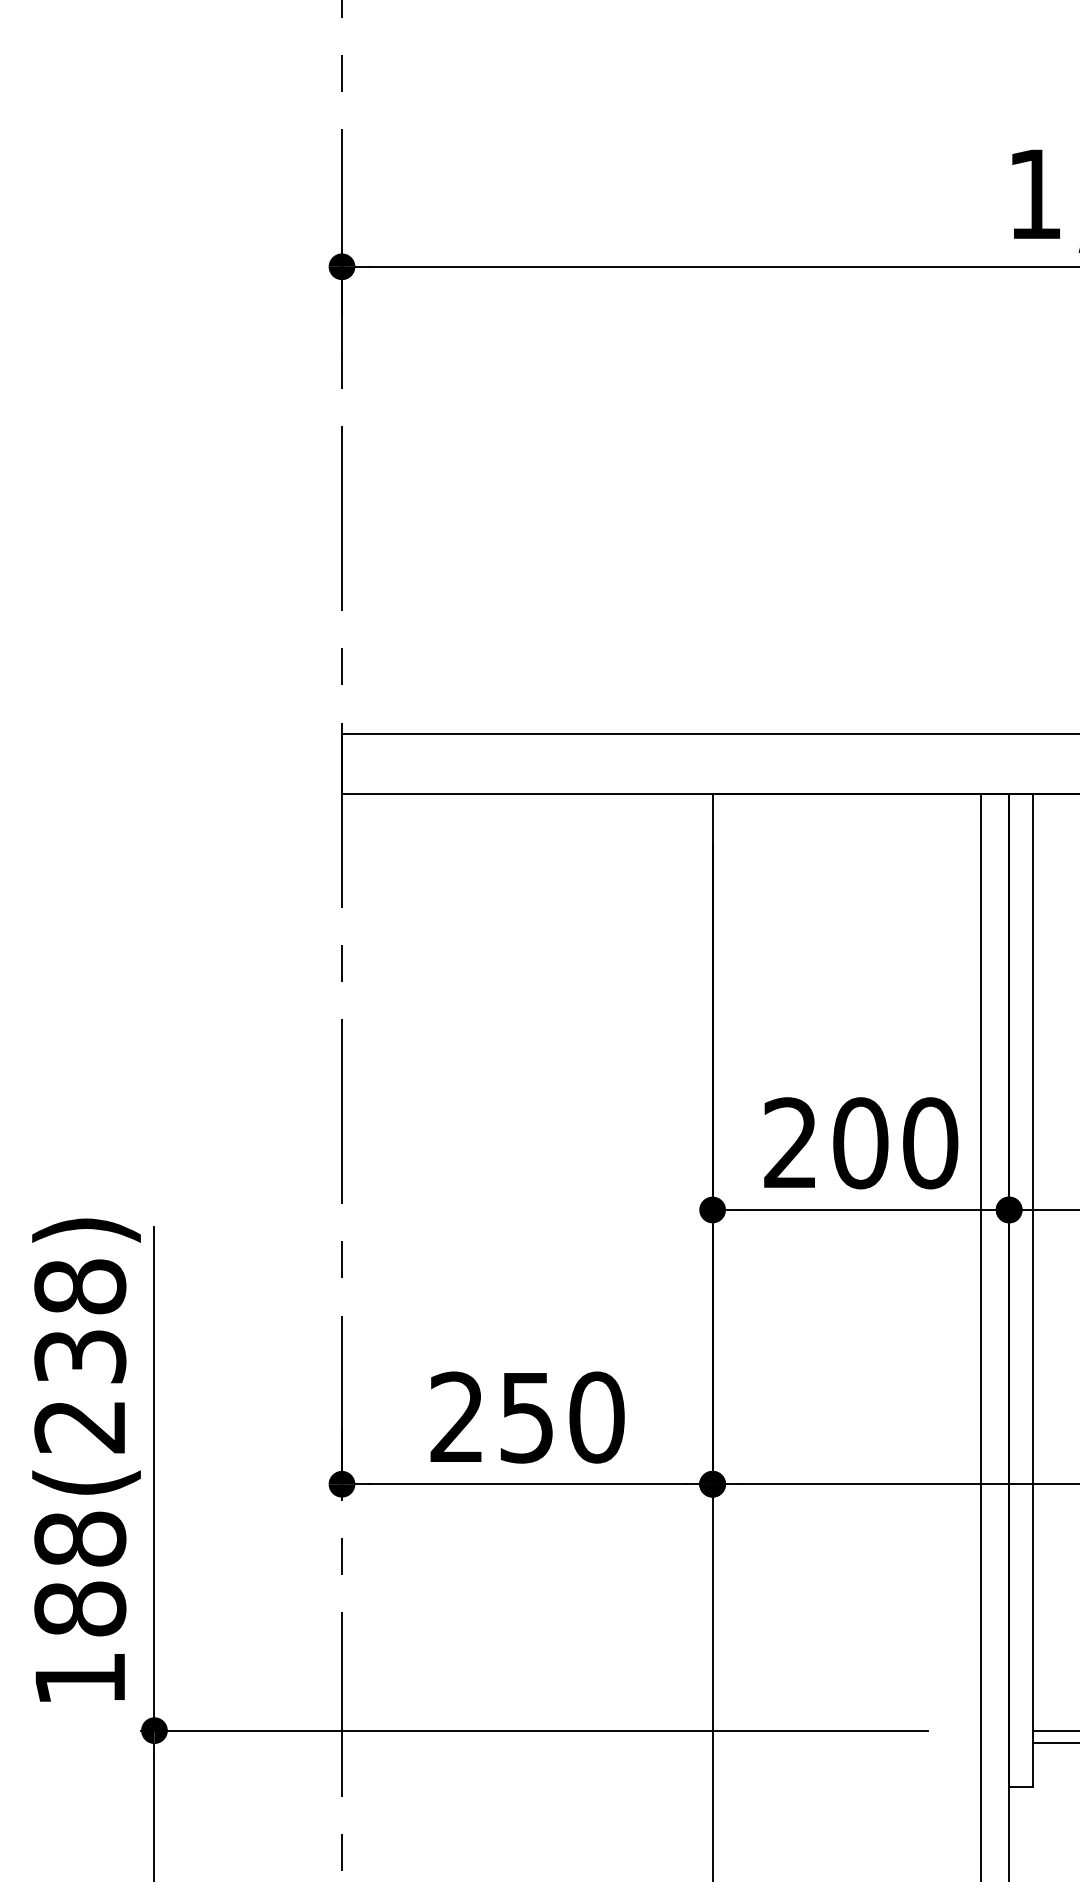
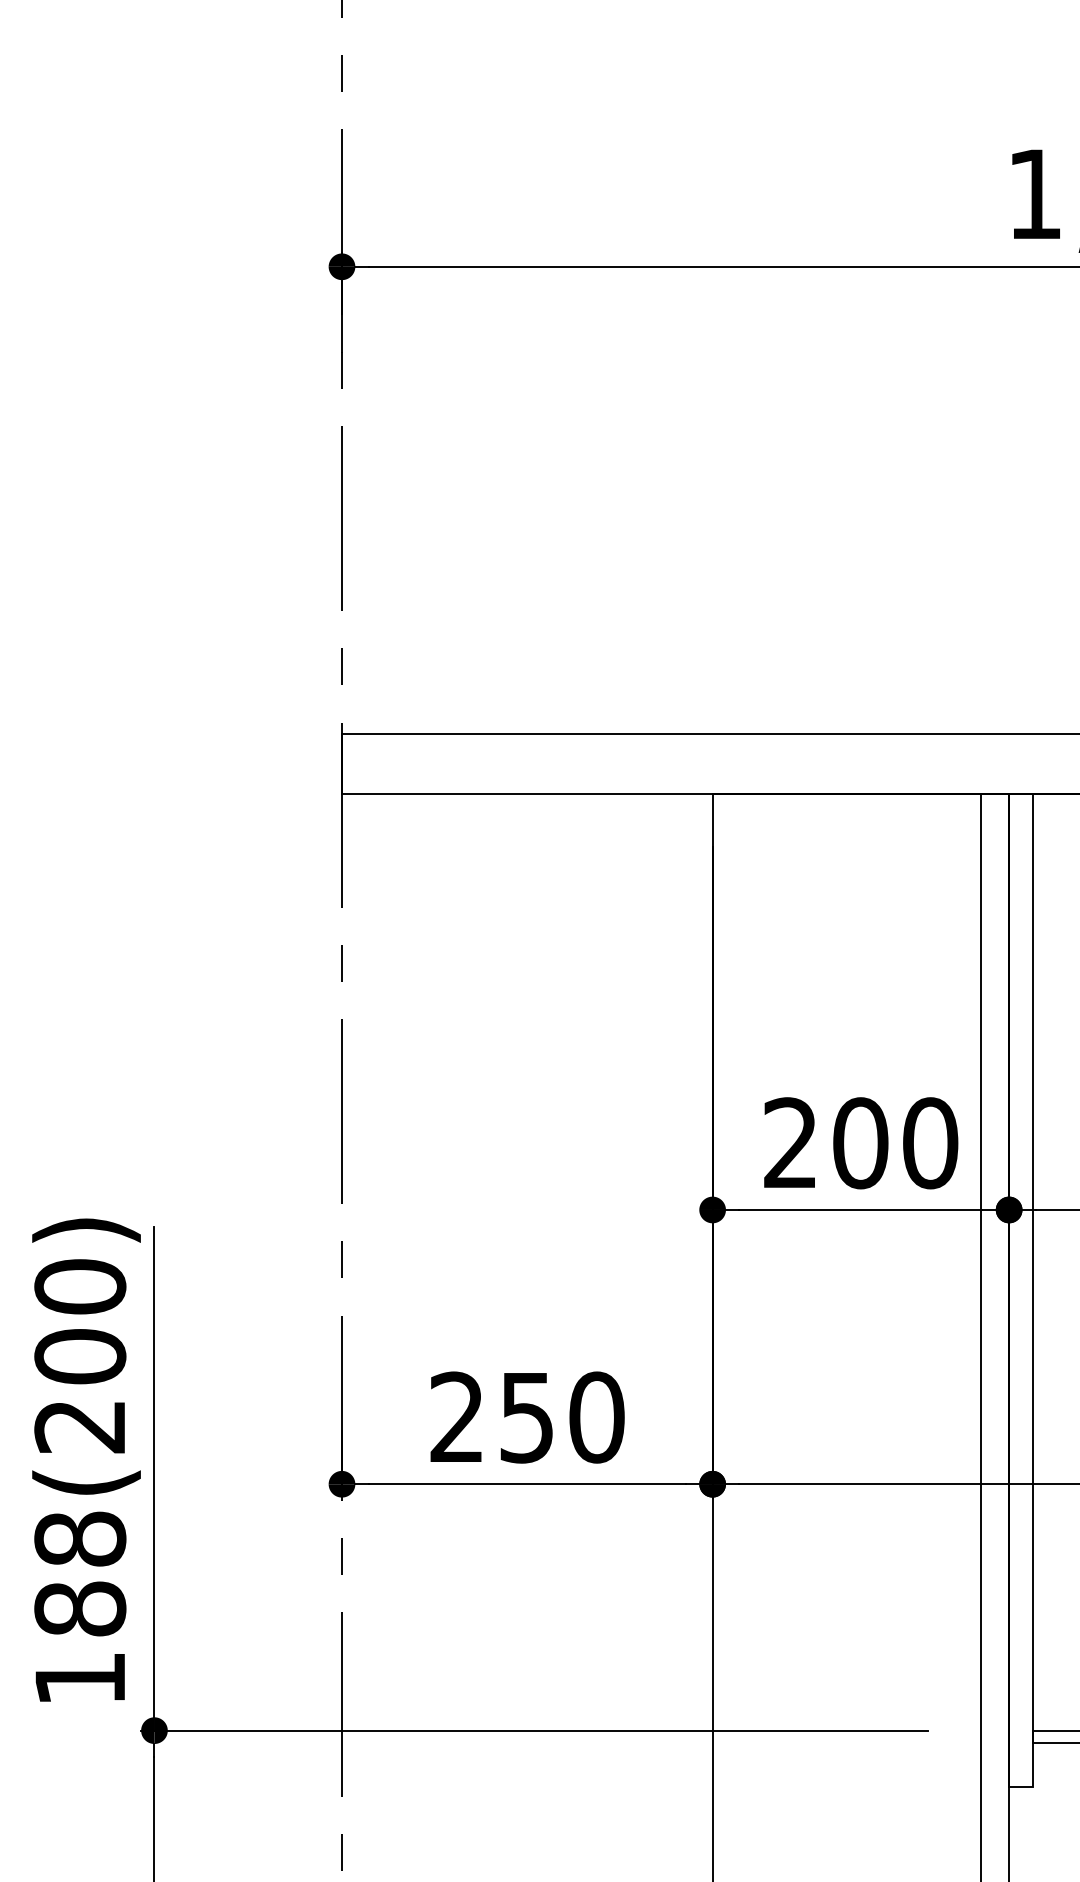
text at (80, 1321): 188(238) -> 188(200)
